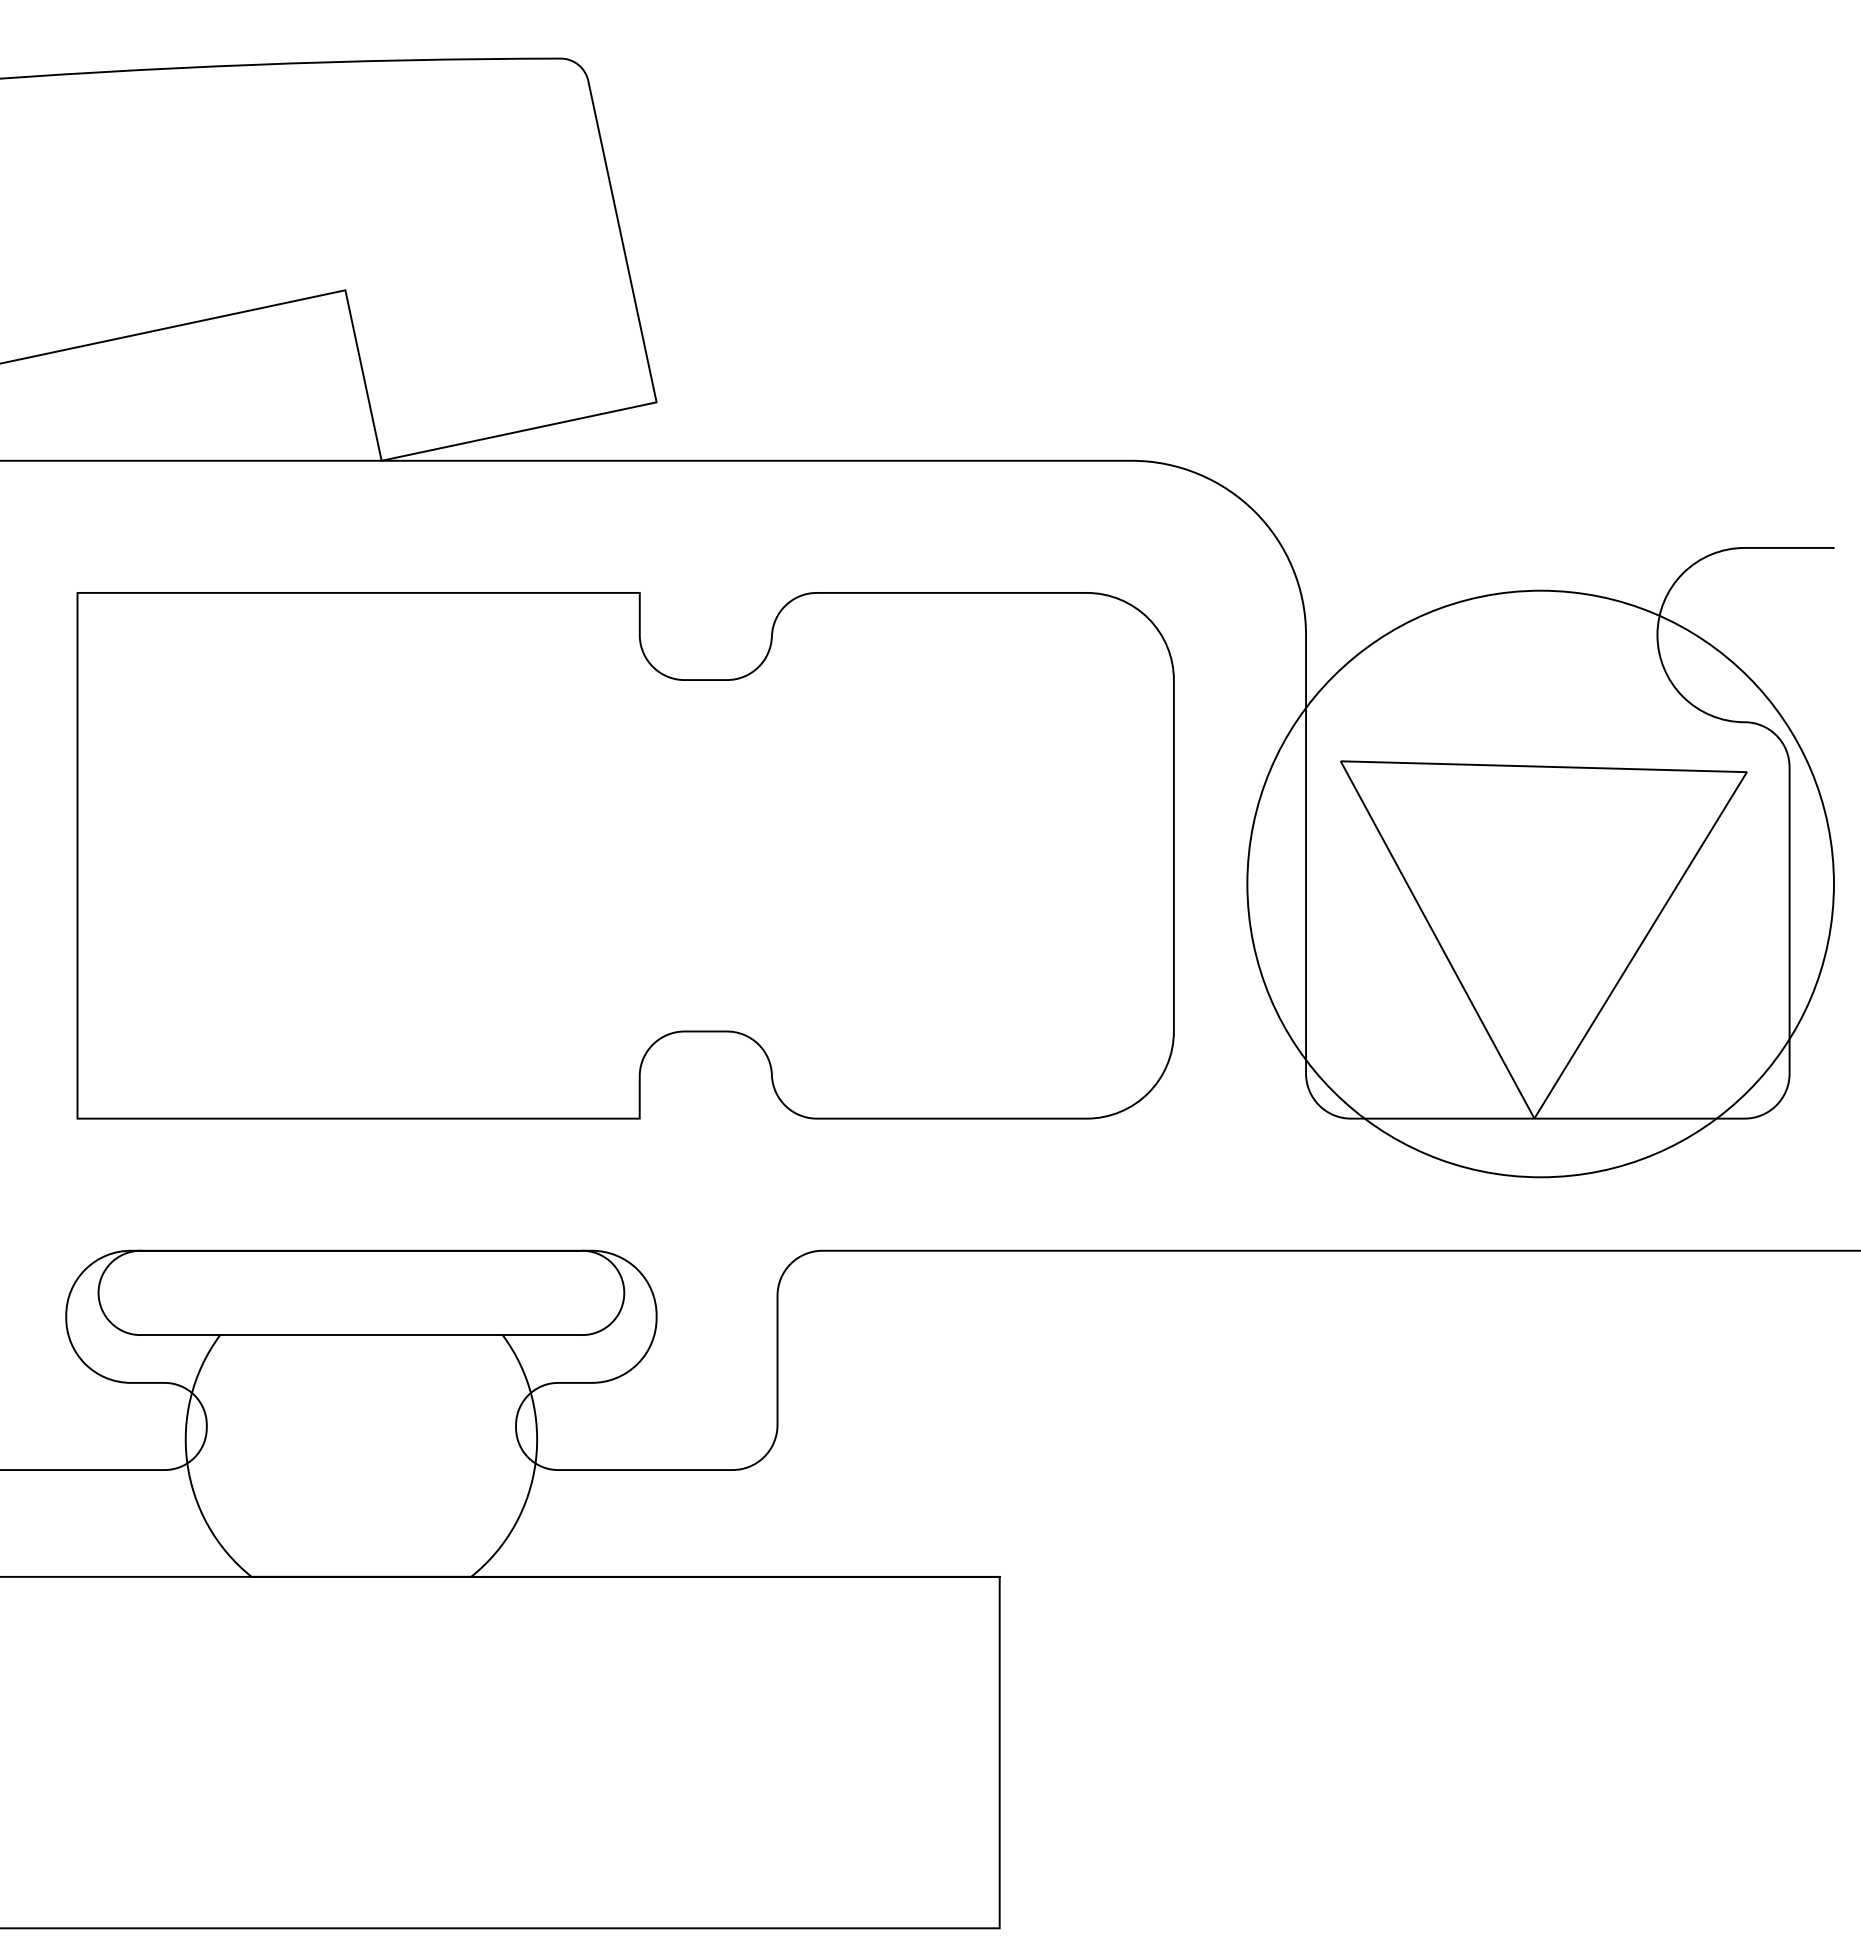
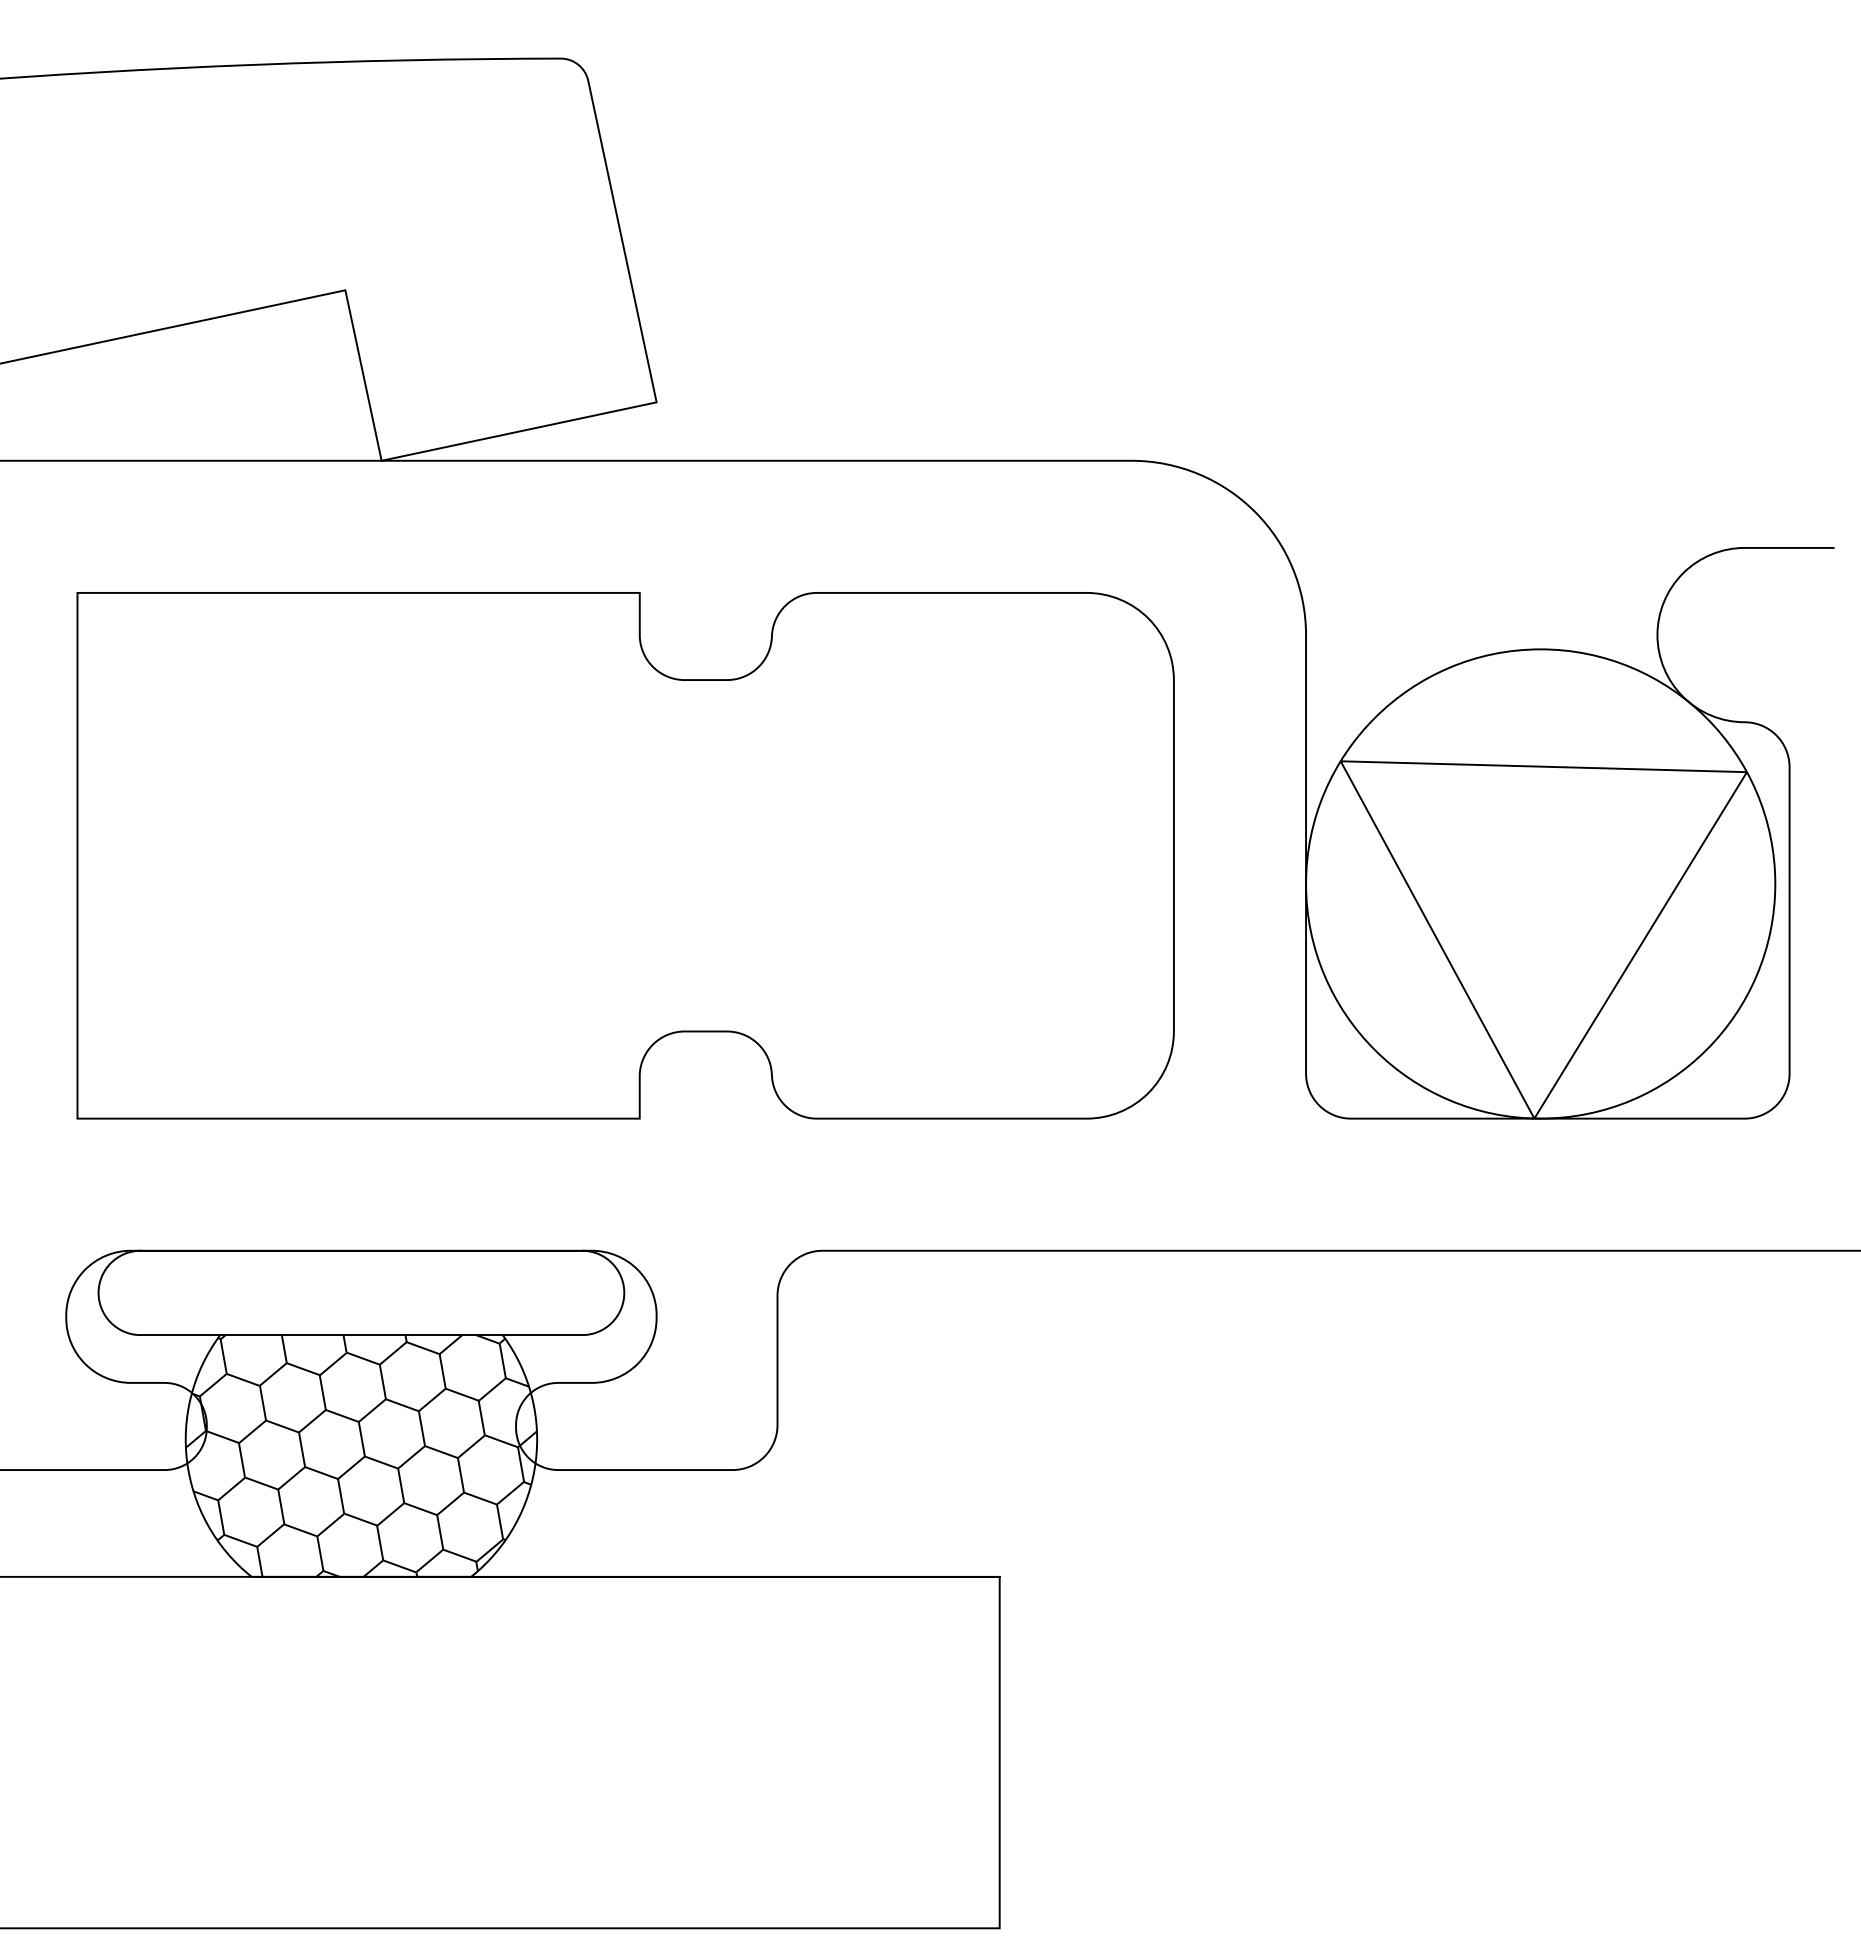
circle at (1540, 883) diameter: 587 px -> 469 px
hatch at (360, 1455): none -> present
